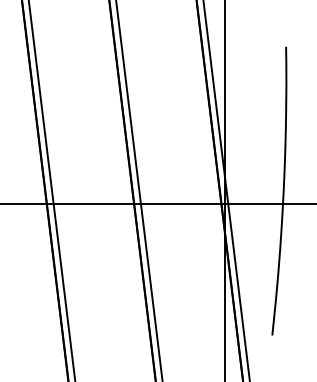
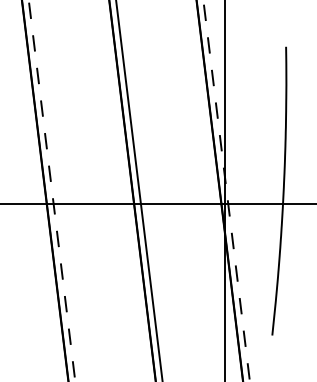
line at (52, 190): solid -> dashed
line at (226, 190): solid -> dashed
